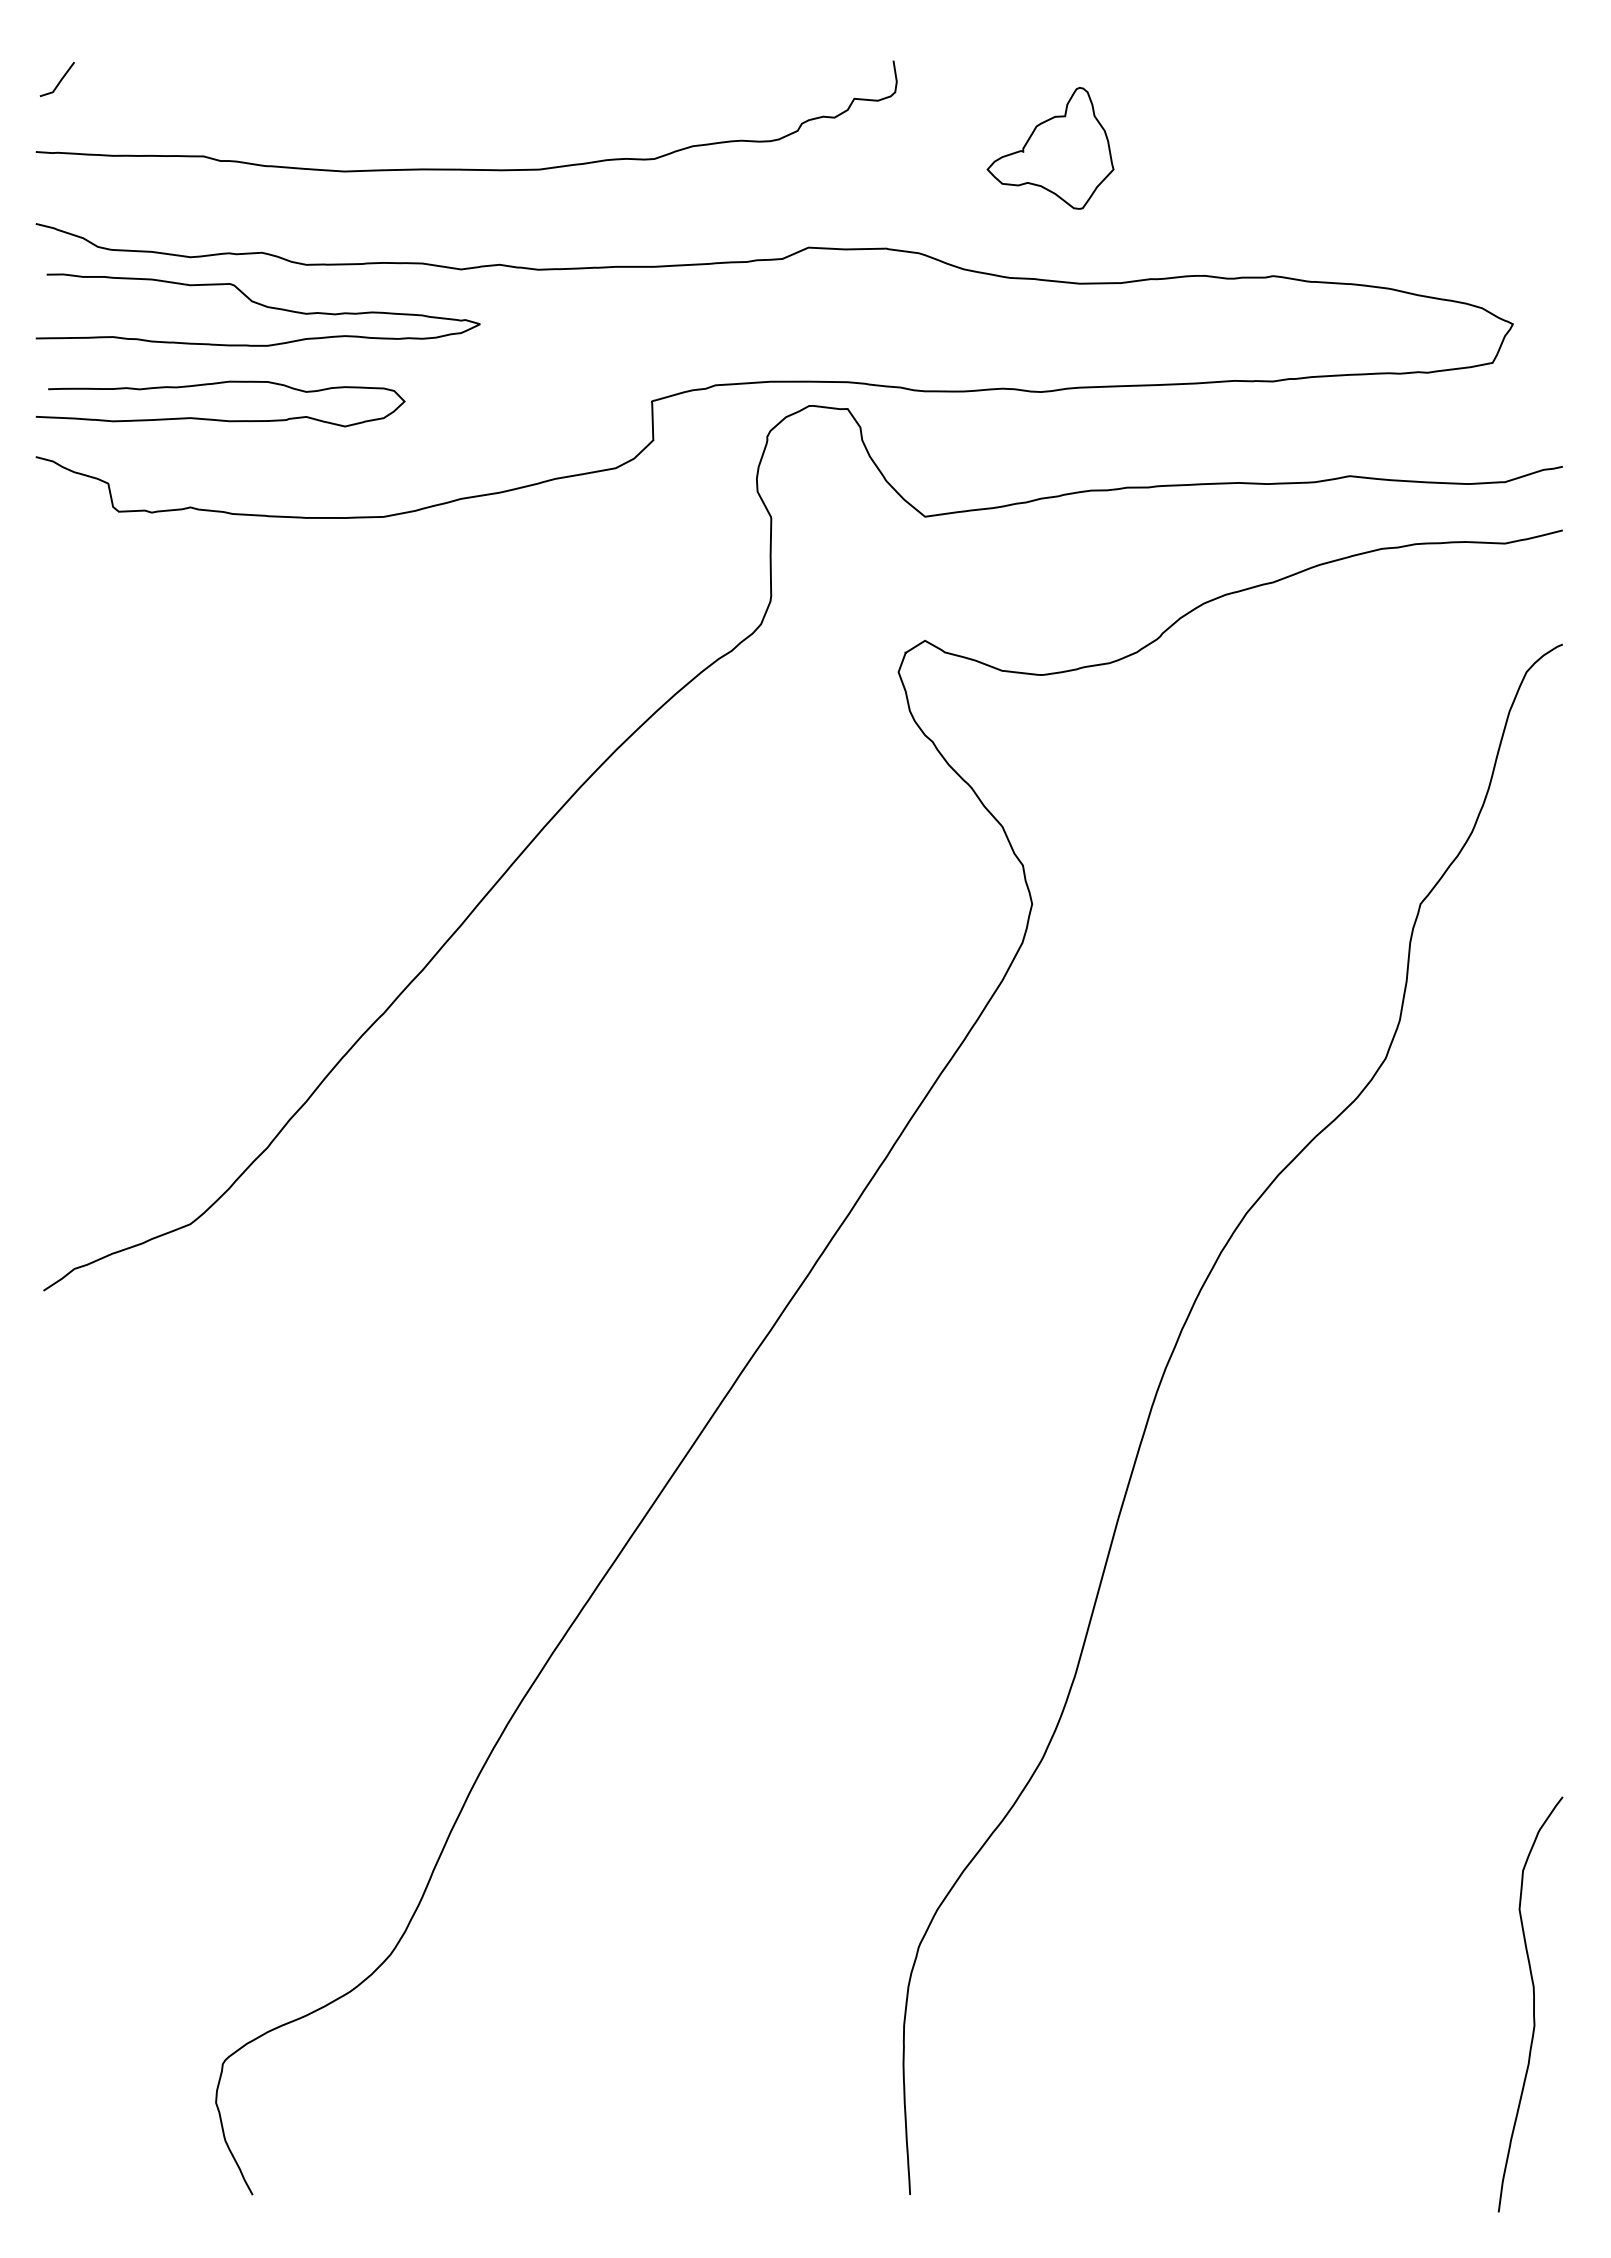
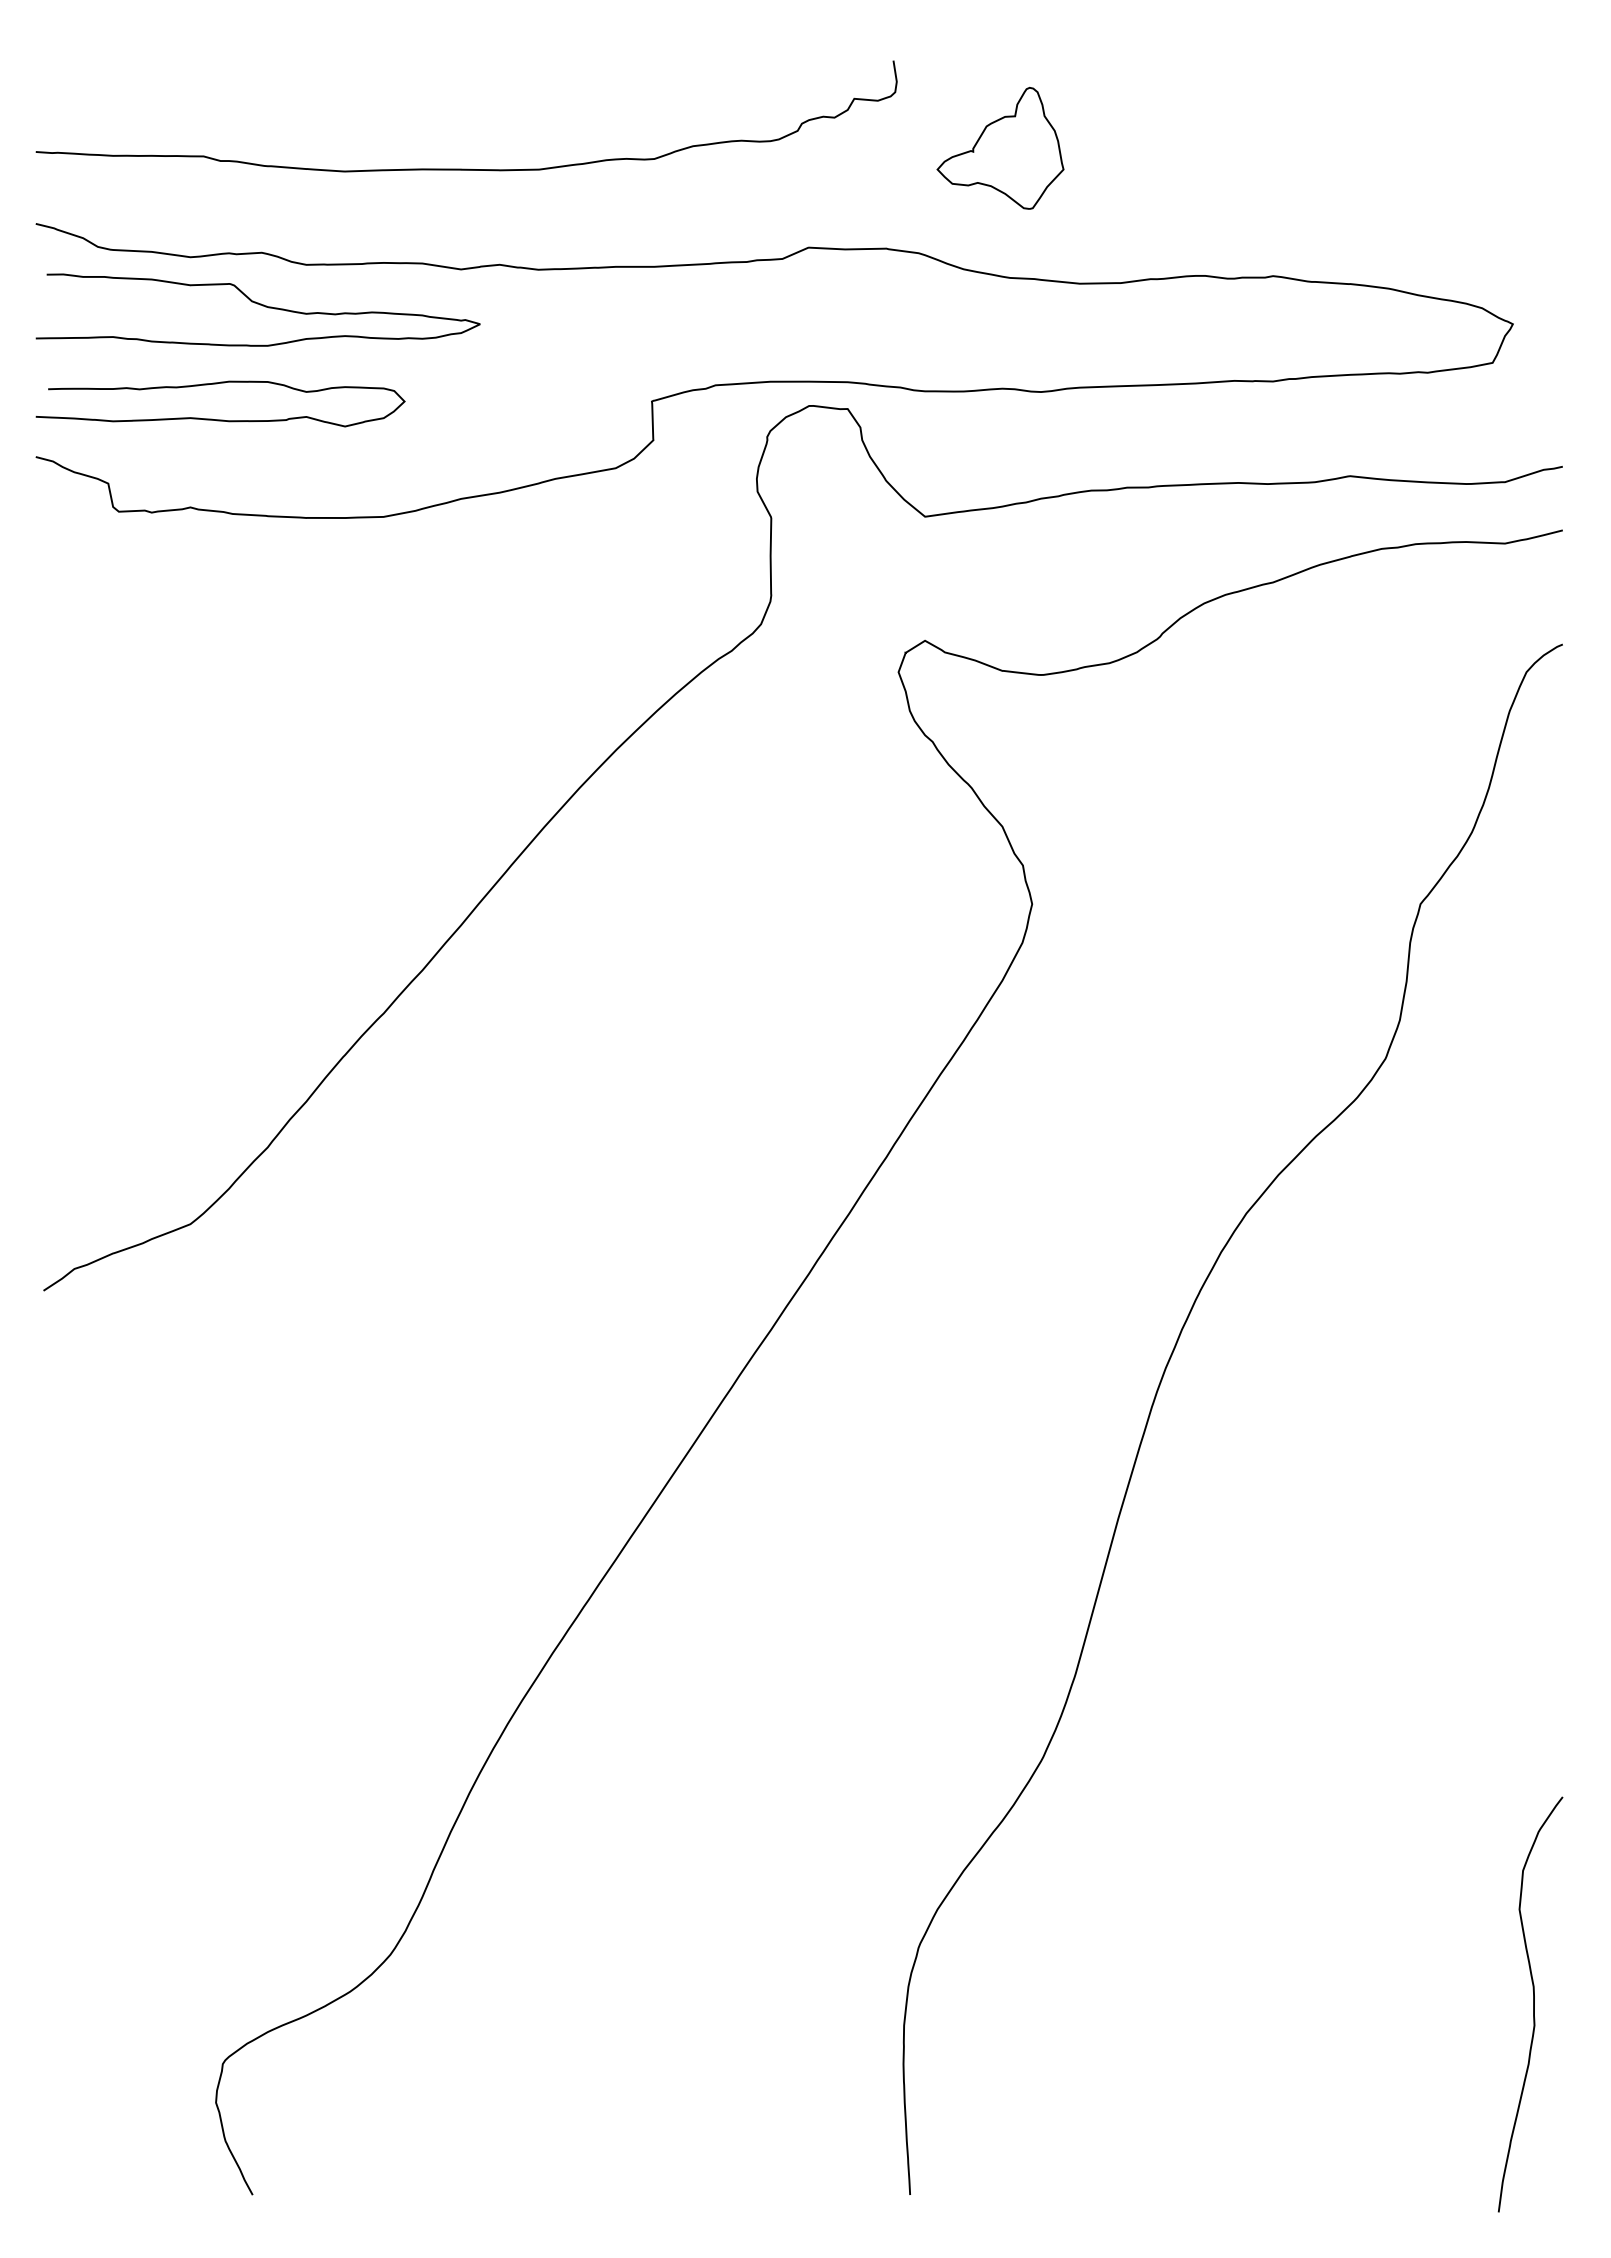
line at (59, 80): present -> none
part at (1050, 148) position: (1050, 148) -> (1000, 148)
